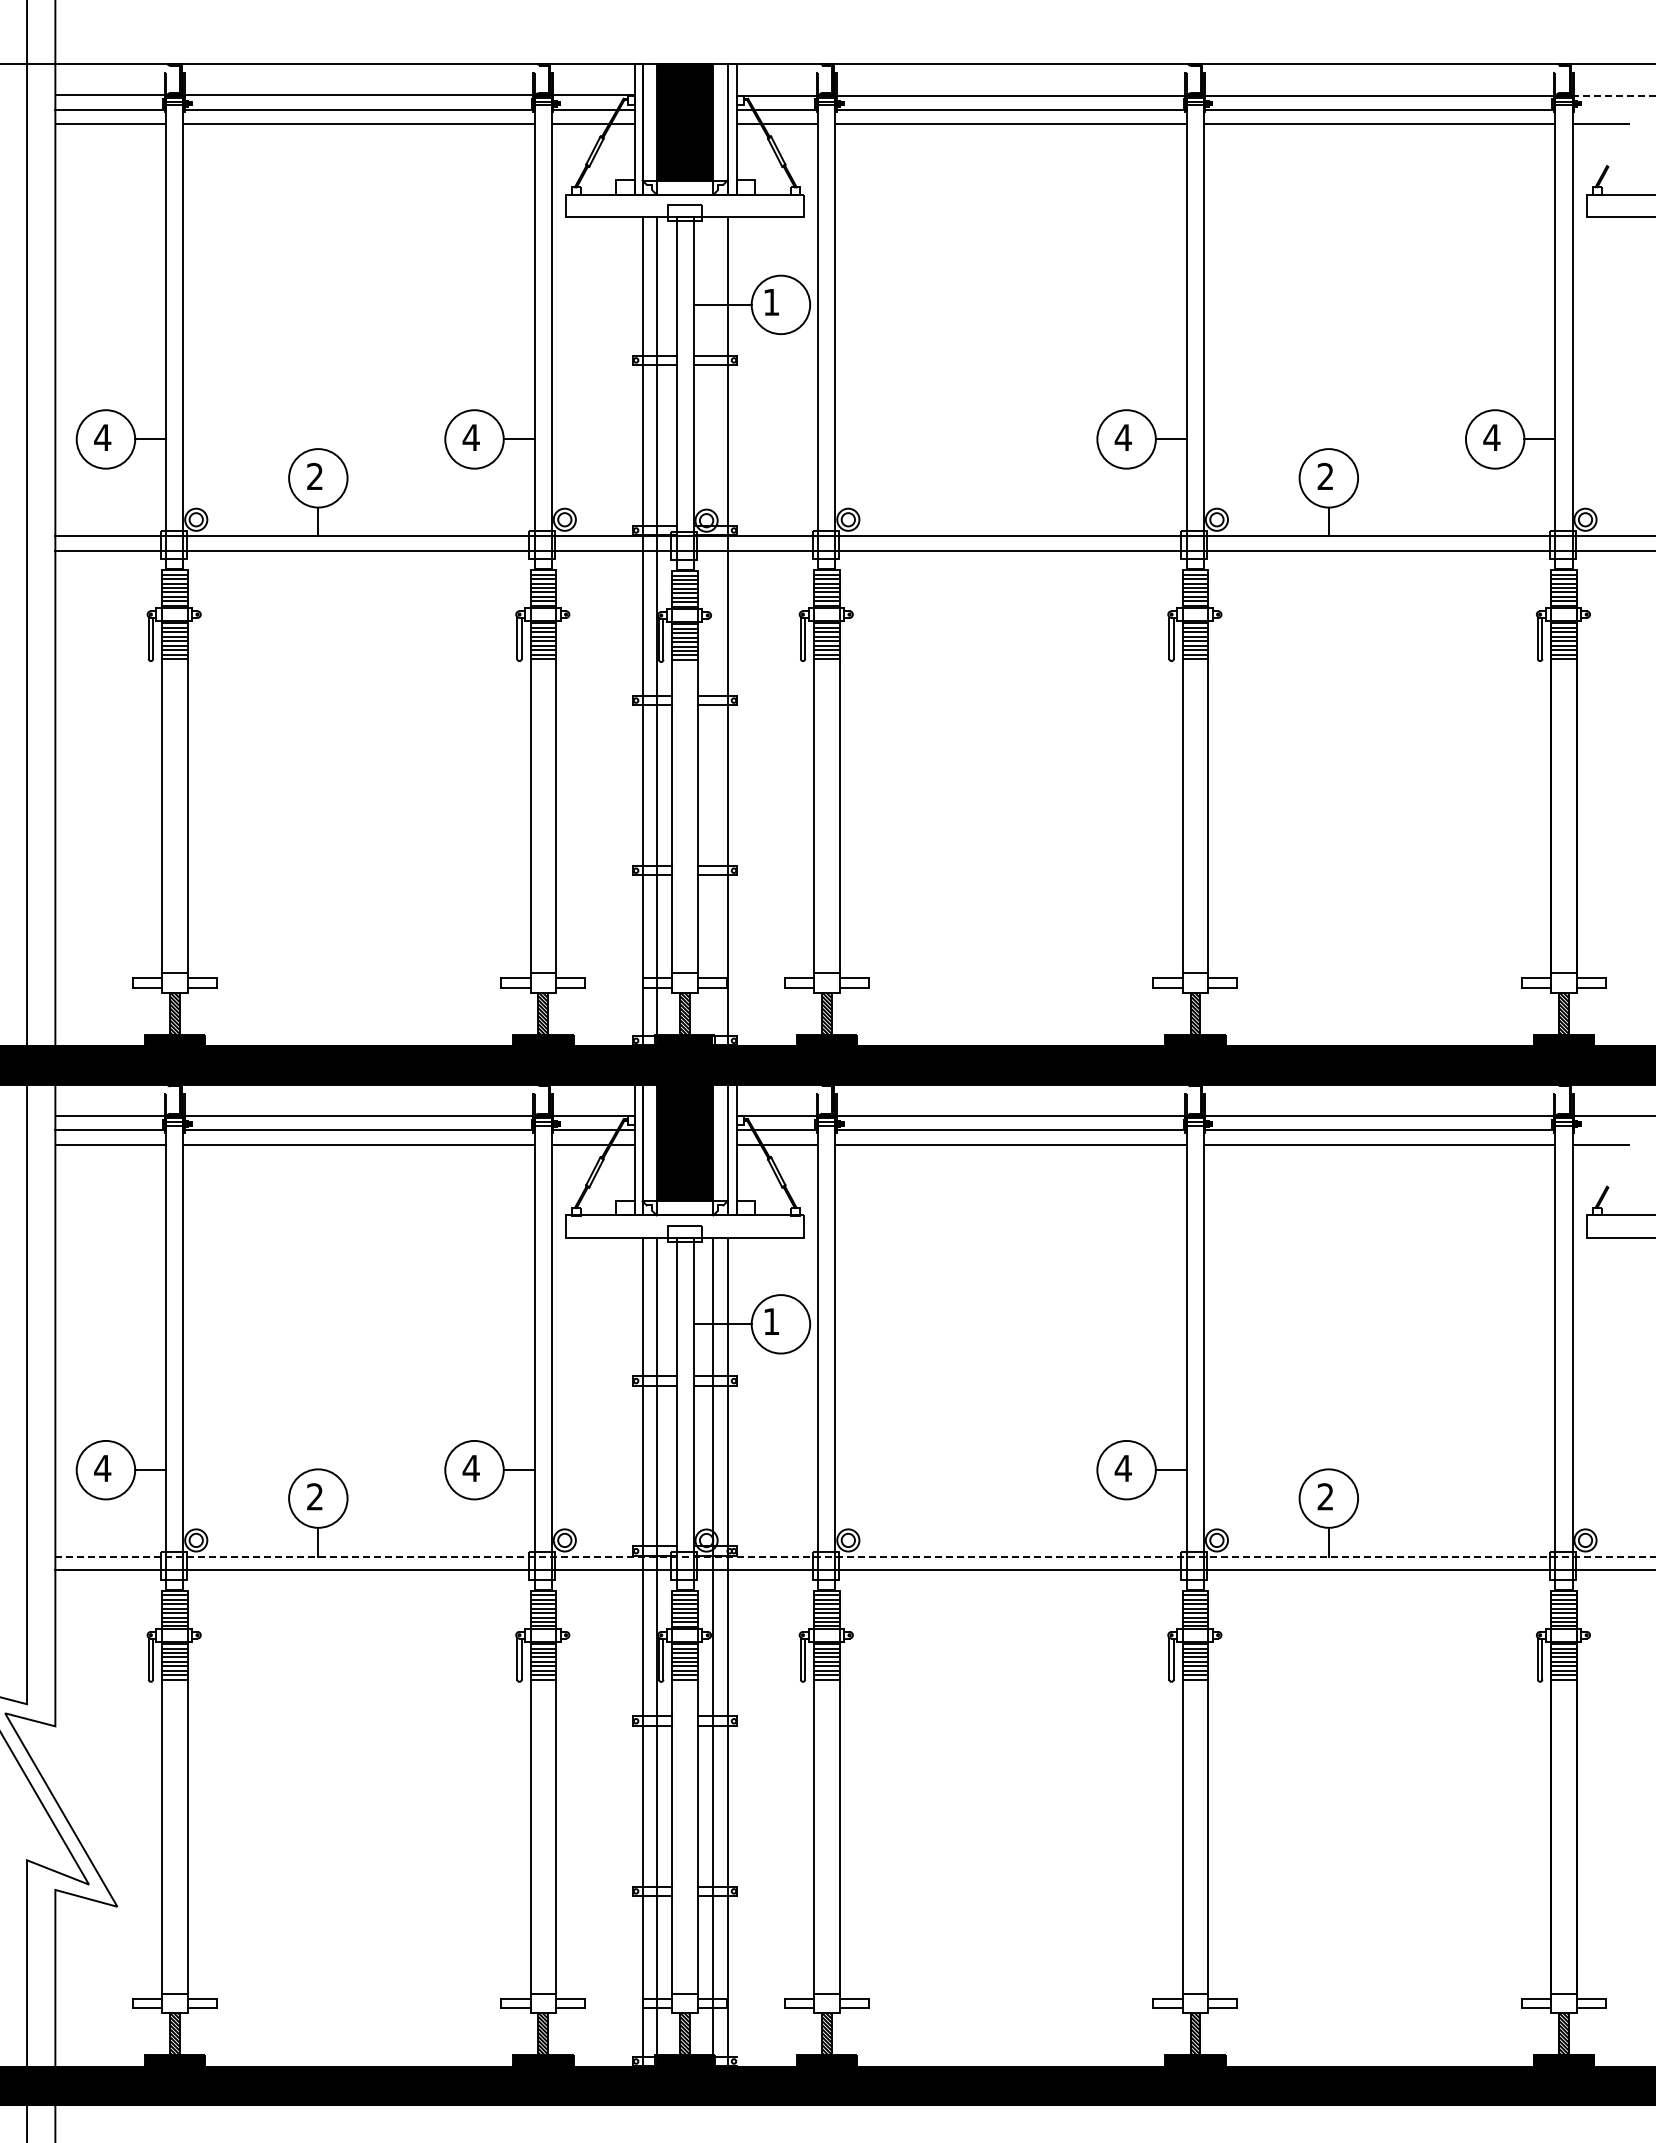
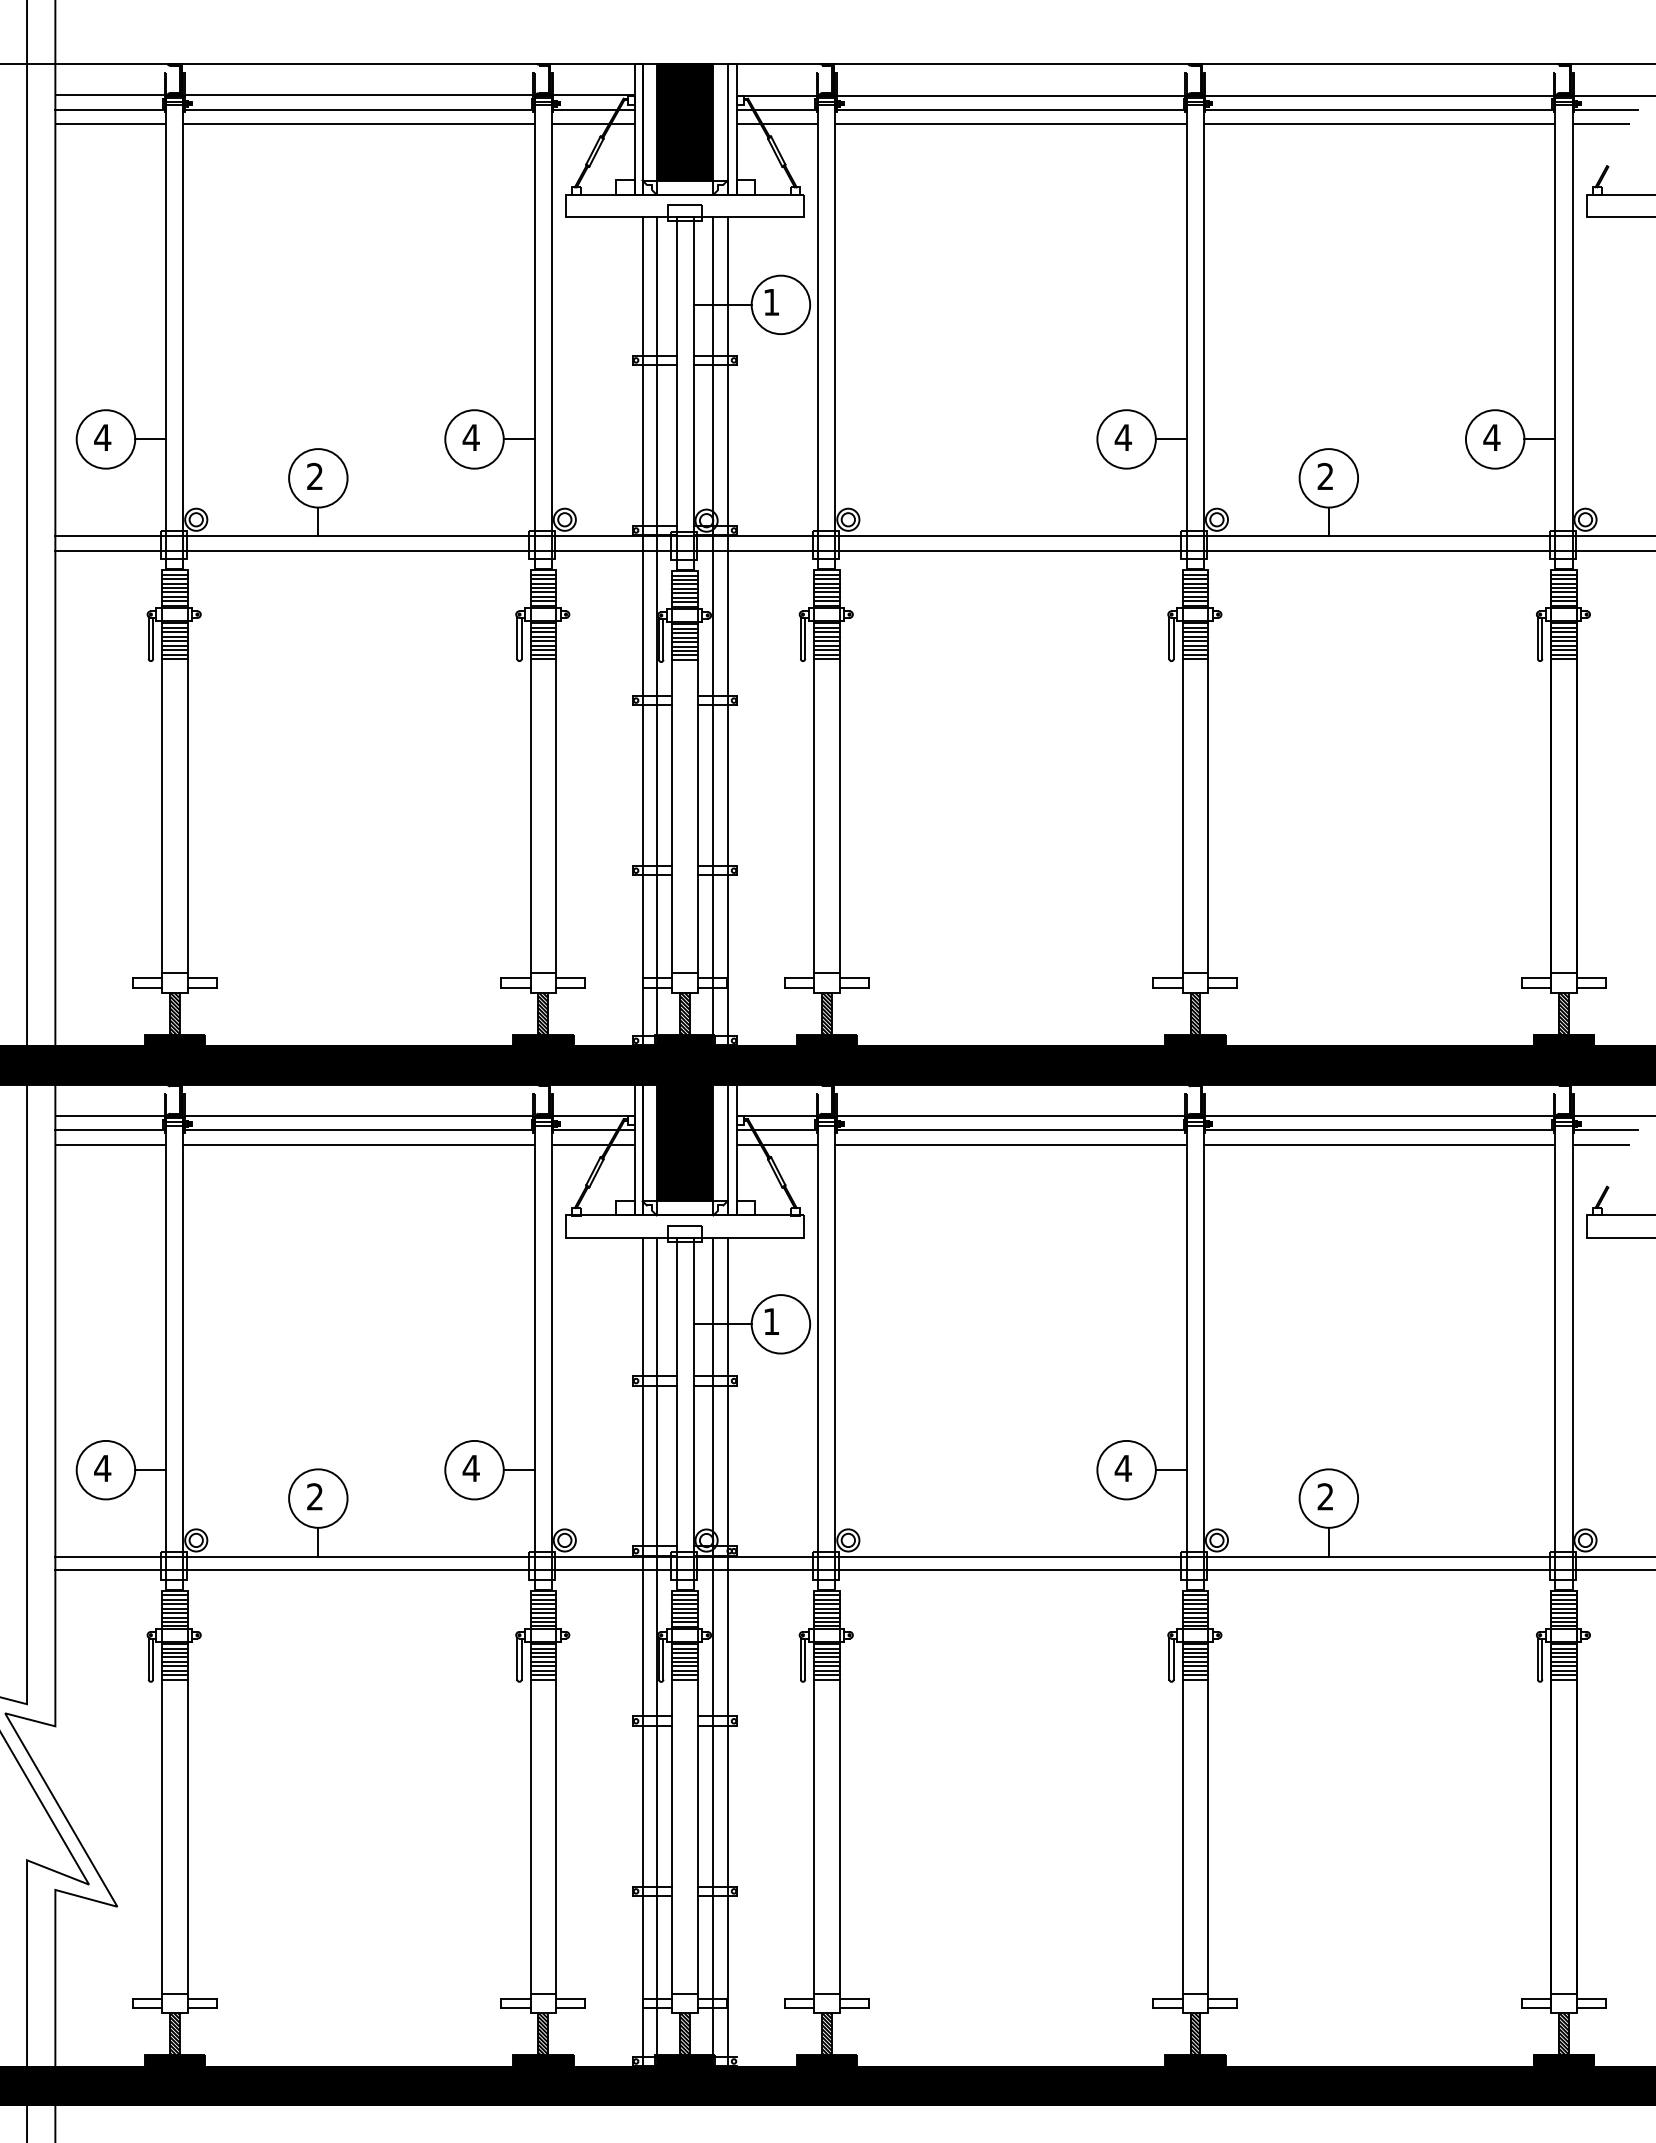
line at (1614, 95): dashed -> solid
line at (1604, 109): none -> present
line at (713, 631): none -> present
line at (1604, 1130): none -> present
line at (855, 1556): dashed -> solid
